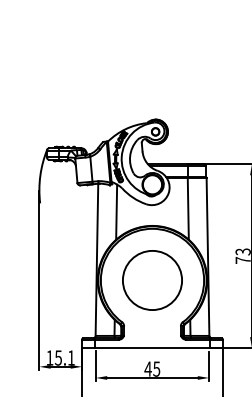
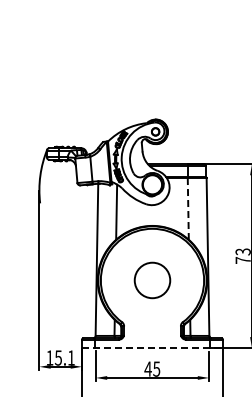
line at (188, 208): solid -> dashed
circle at (152, 280) diameter: 59 px -> 35 px
line at (153, 348): solid -> dashed
